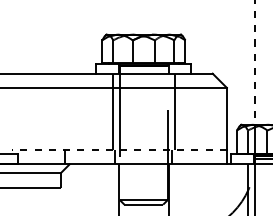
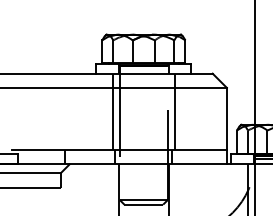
line at (254, 62): dashed -> solid
line at (119, 149): dashed -> solid
